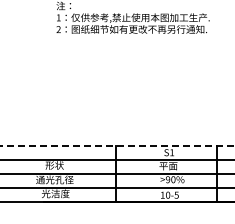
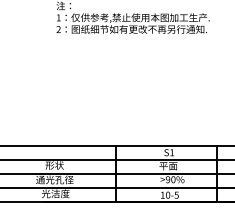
line at (117, 145): dashed -> solid
